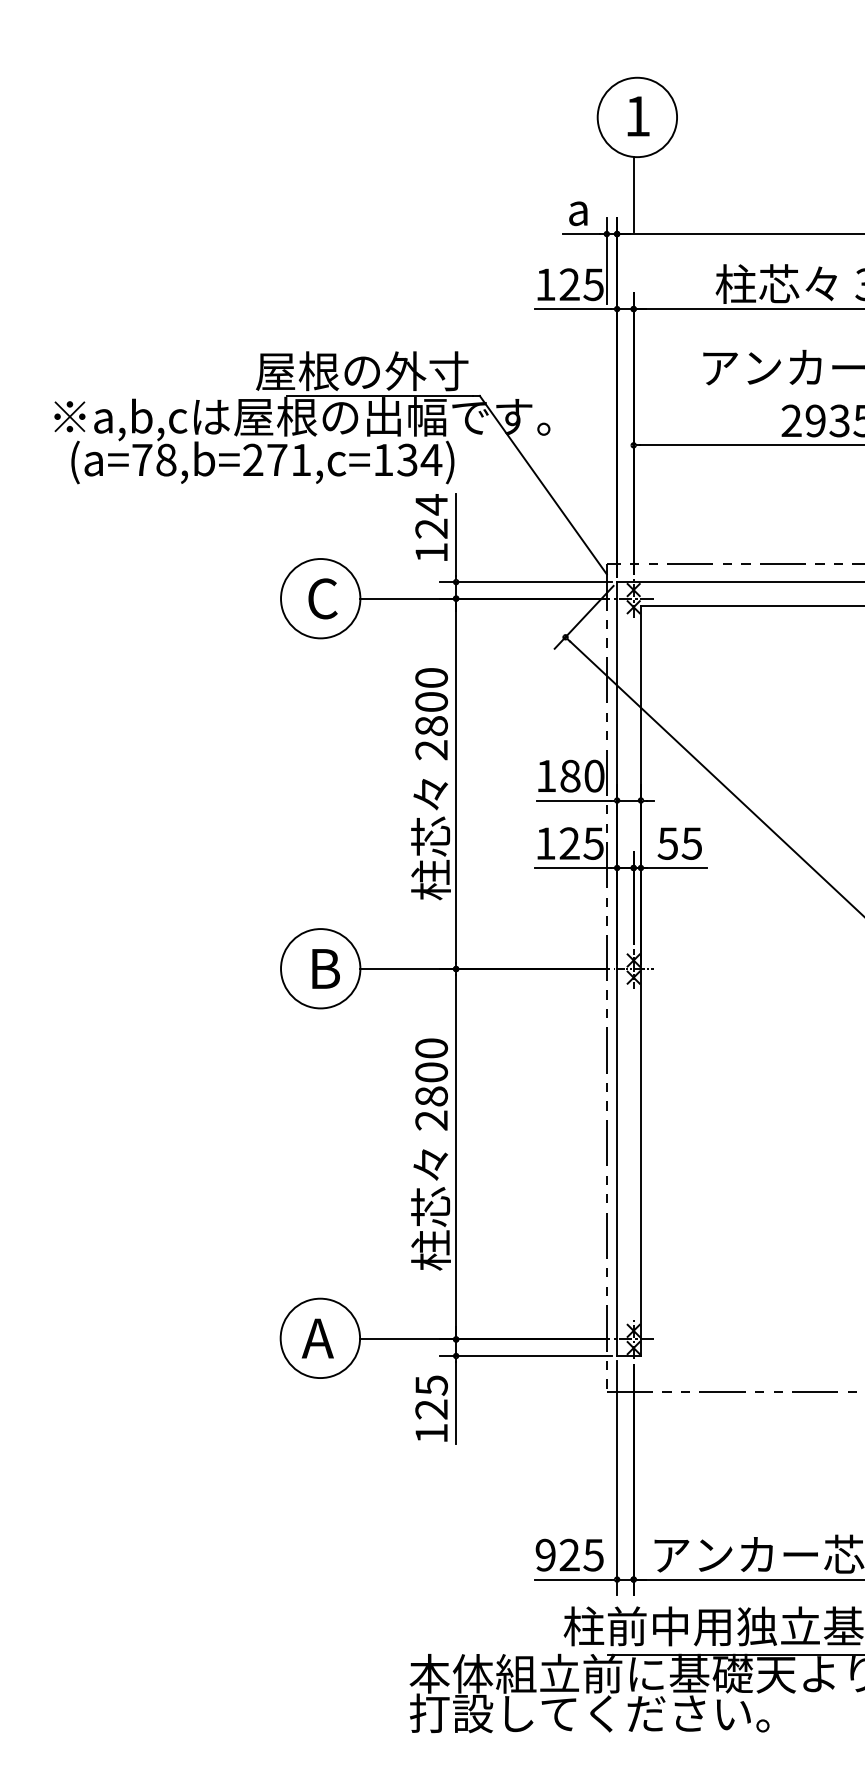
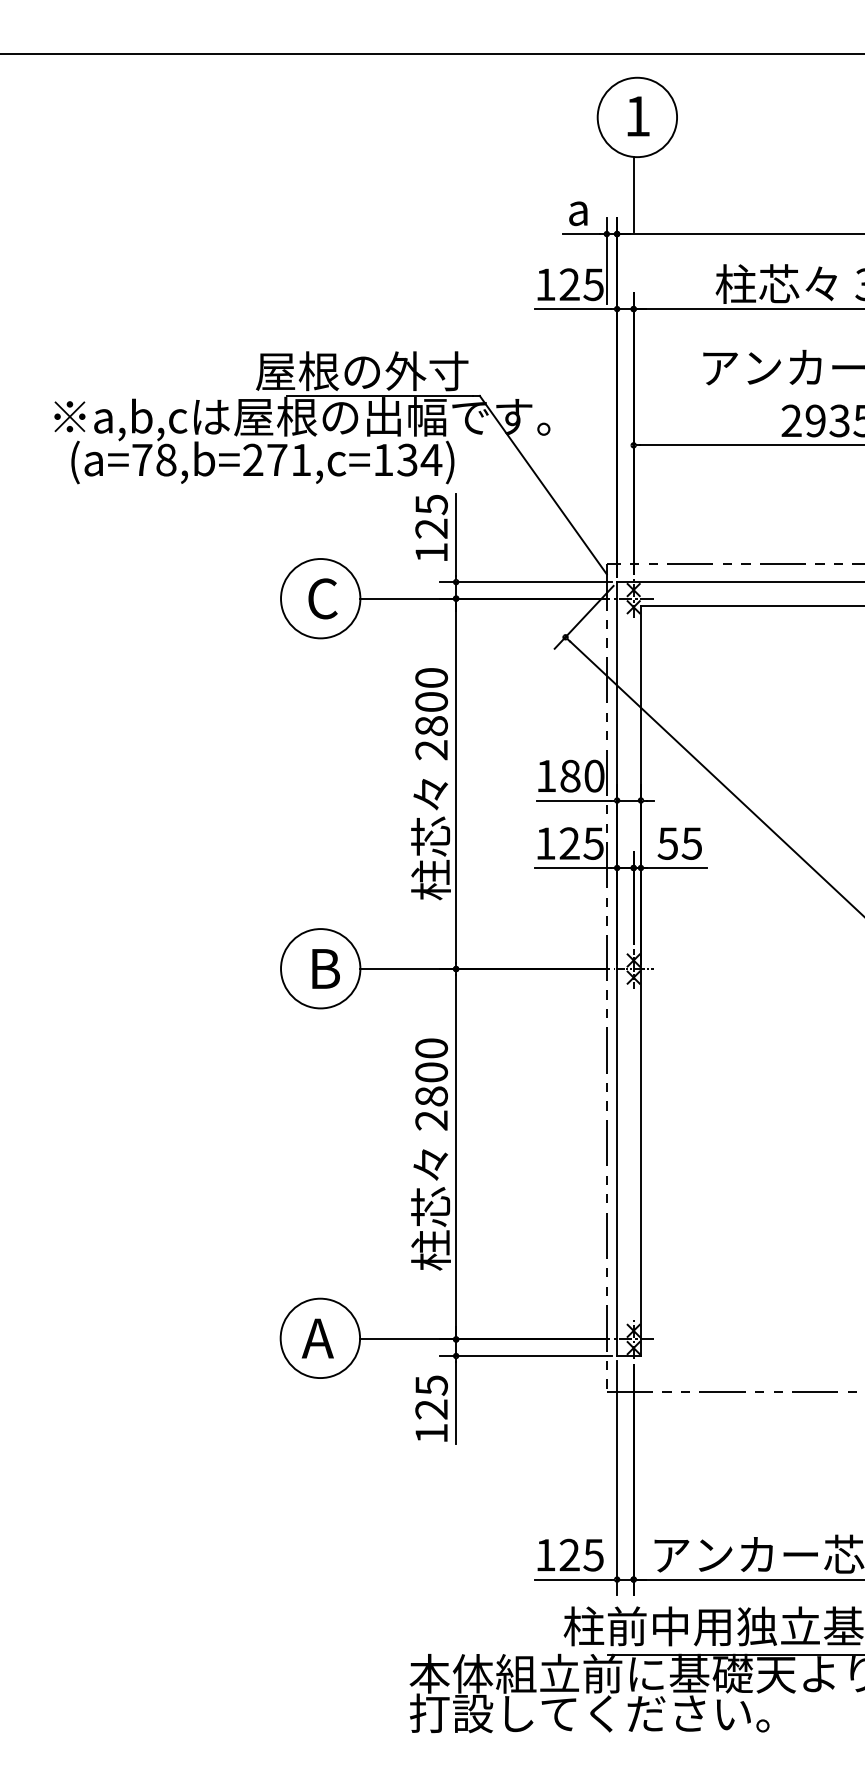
line at (431, 53): none -> present
text at (431, 504): 124 -> 125
text at (545, 1554): 925 -> 125
